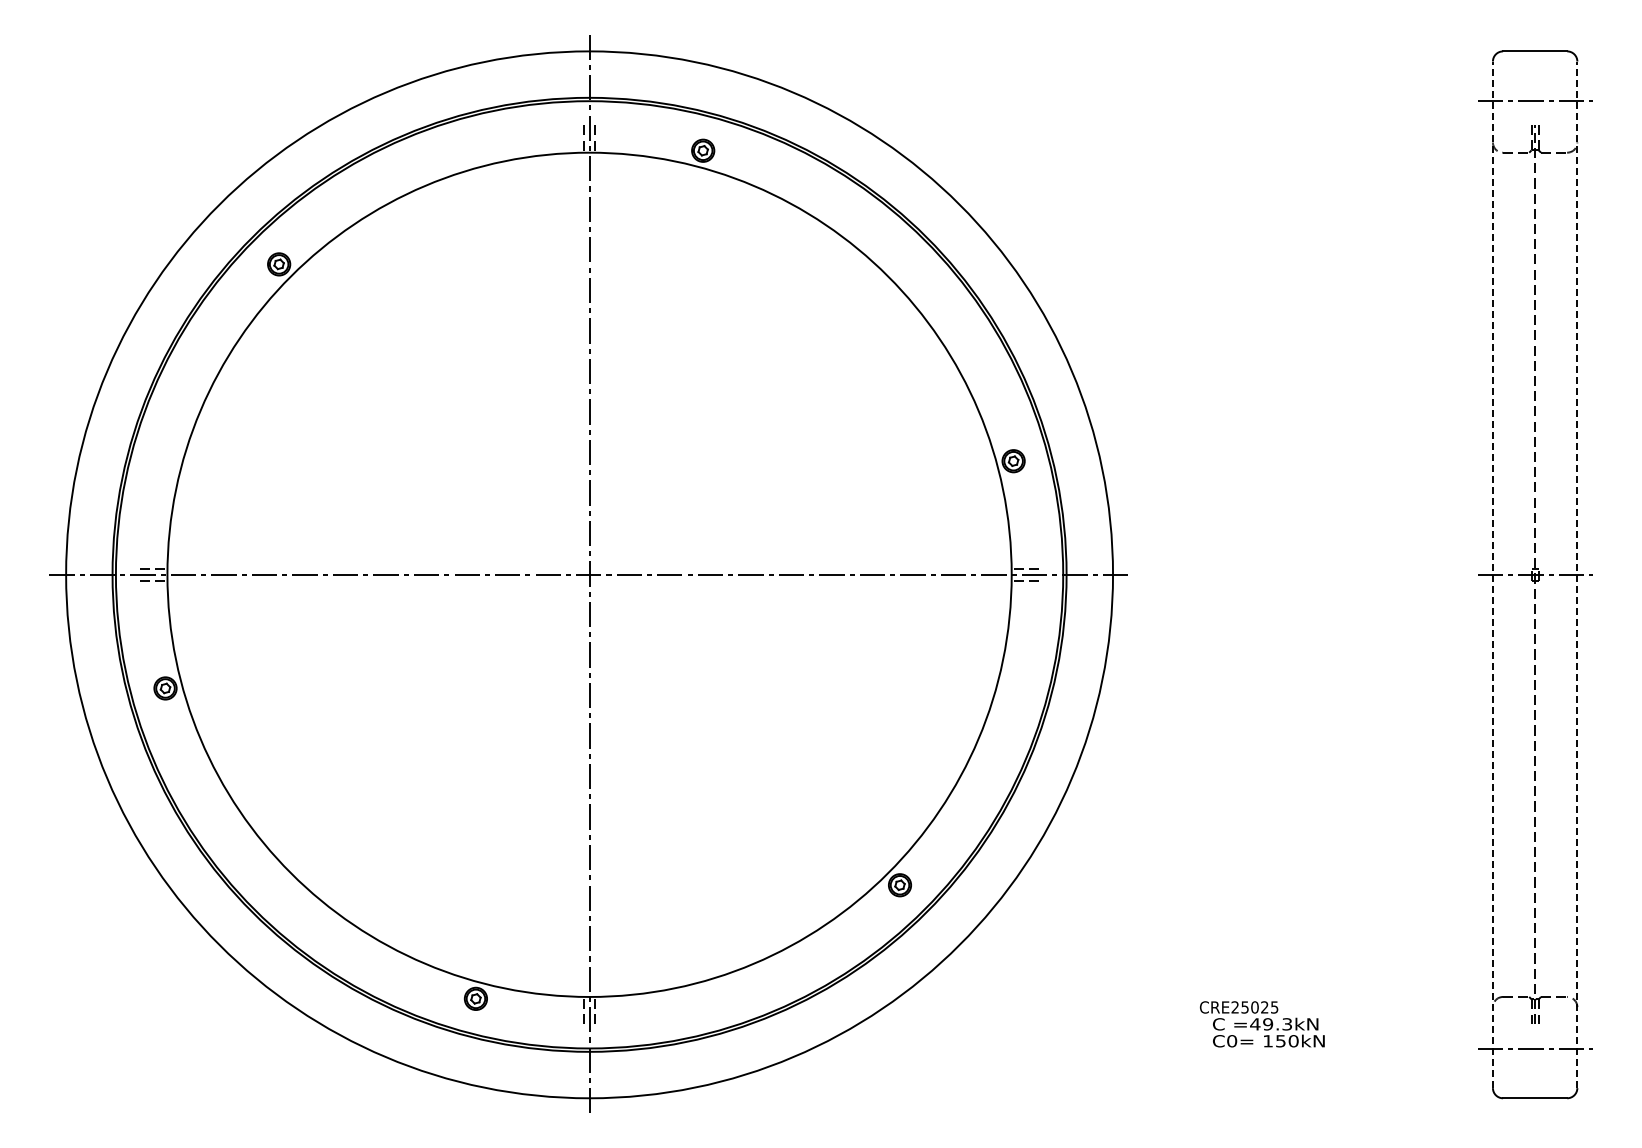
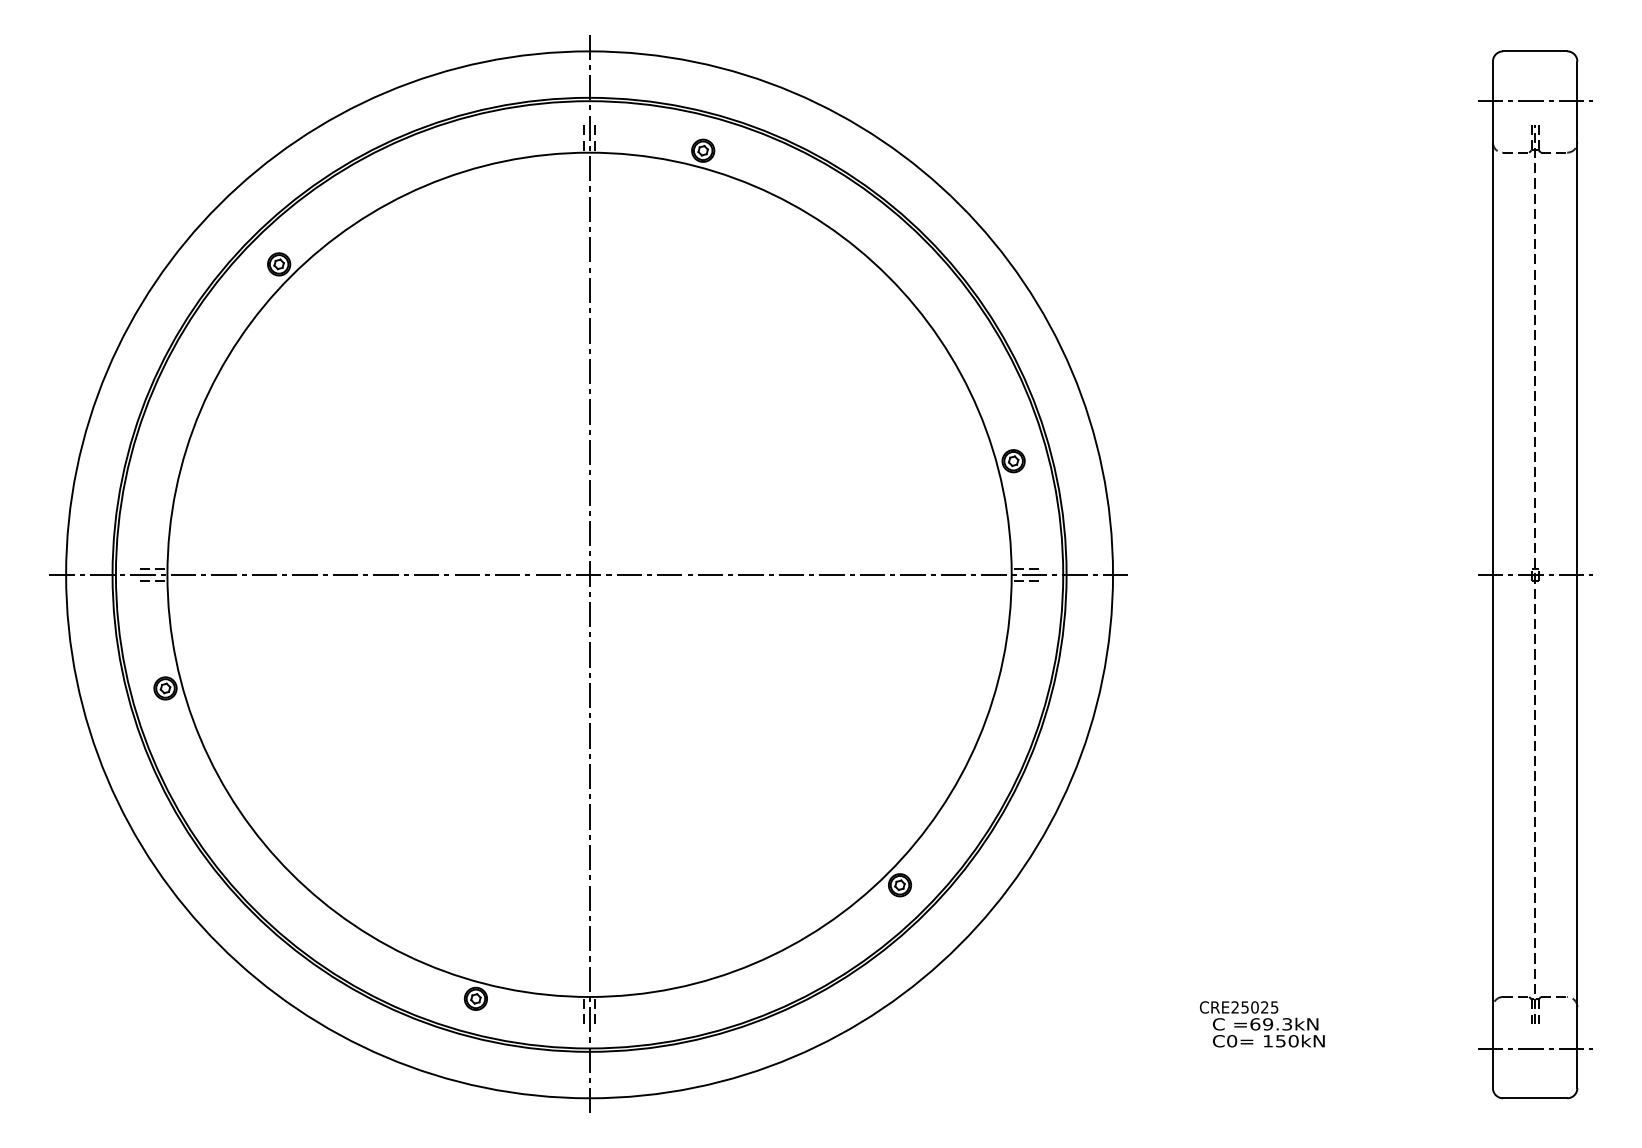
line at (1492, 574): dashed -> solid
line at (1577, 574): dashed -> solid
text at (1255, 1024): =49.3kN -> =69.3kN
